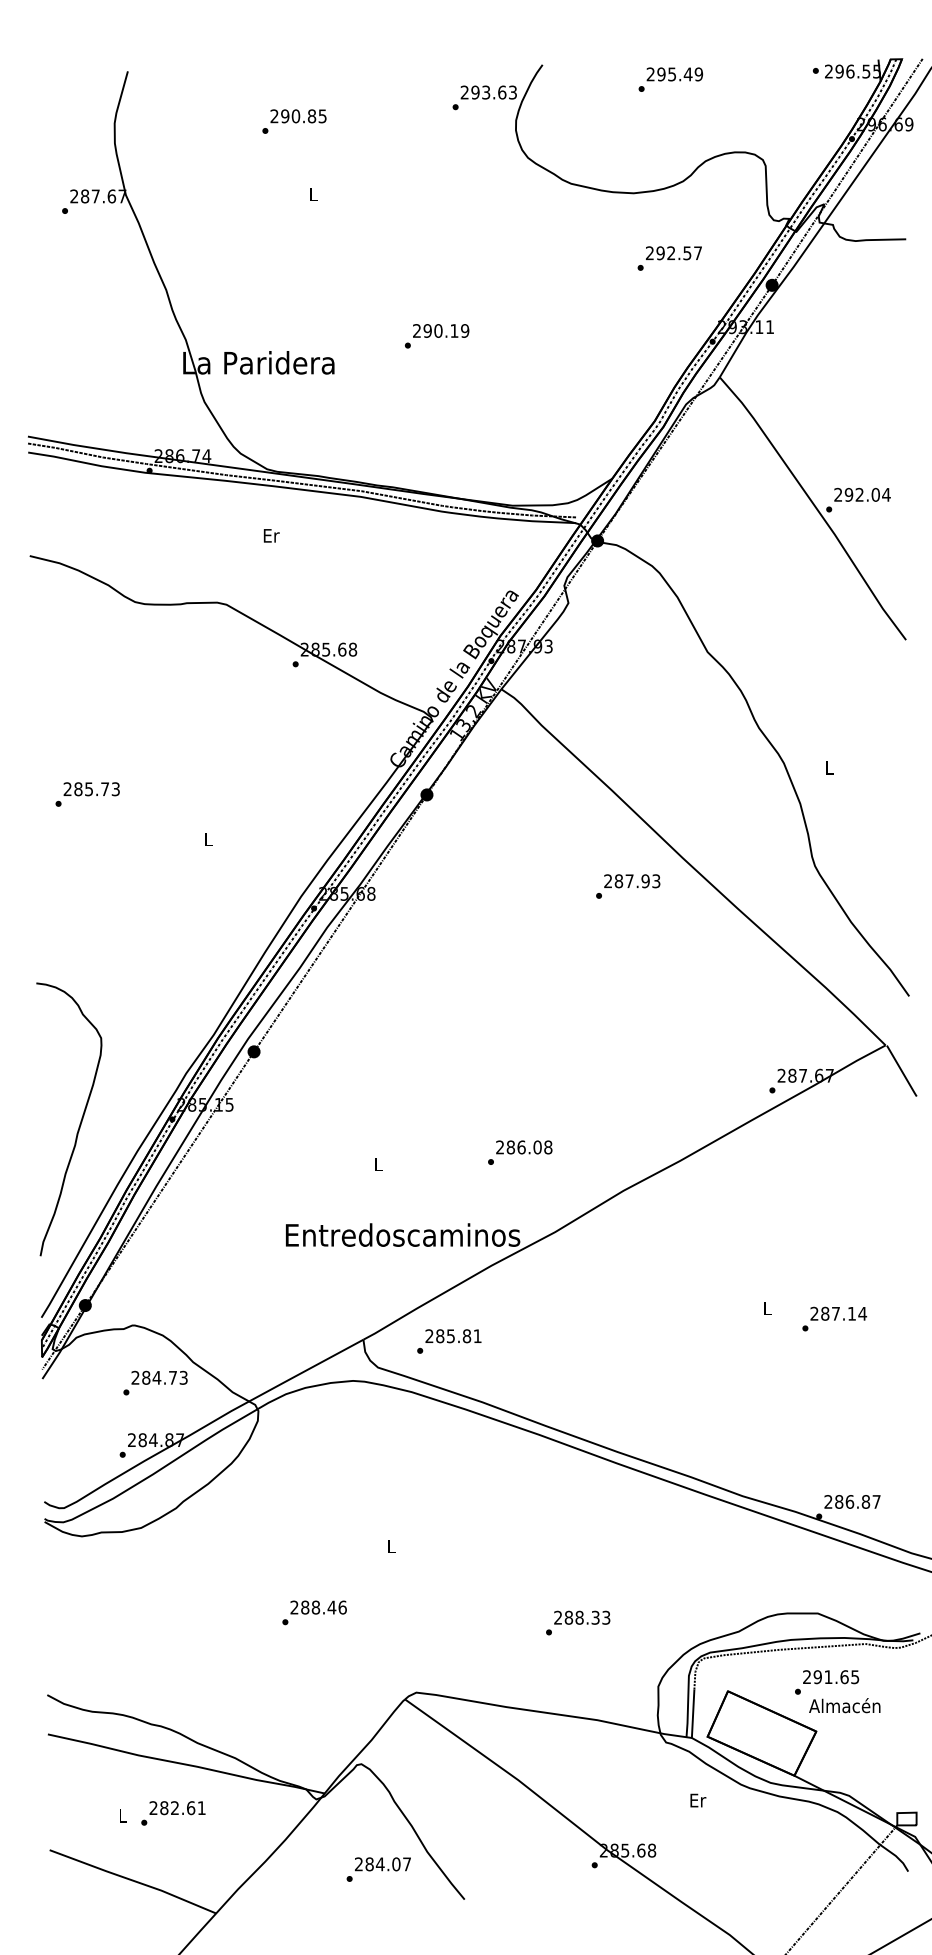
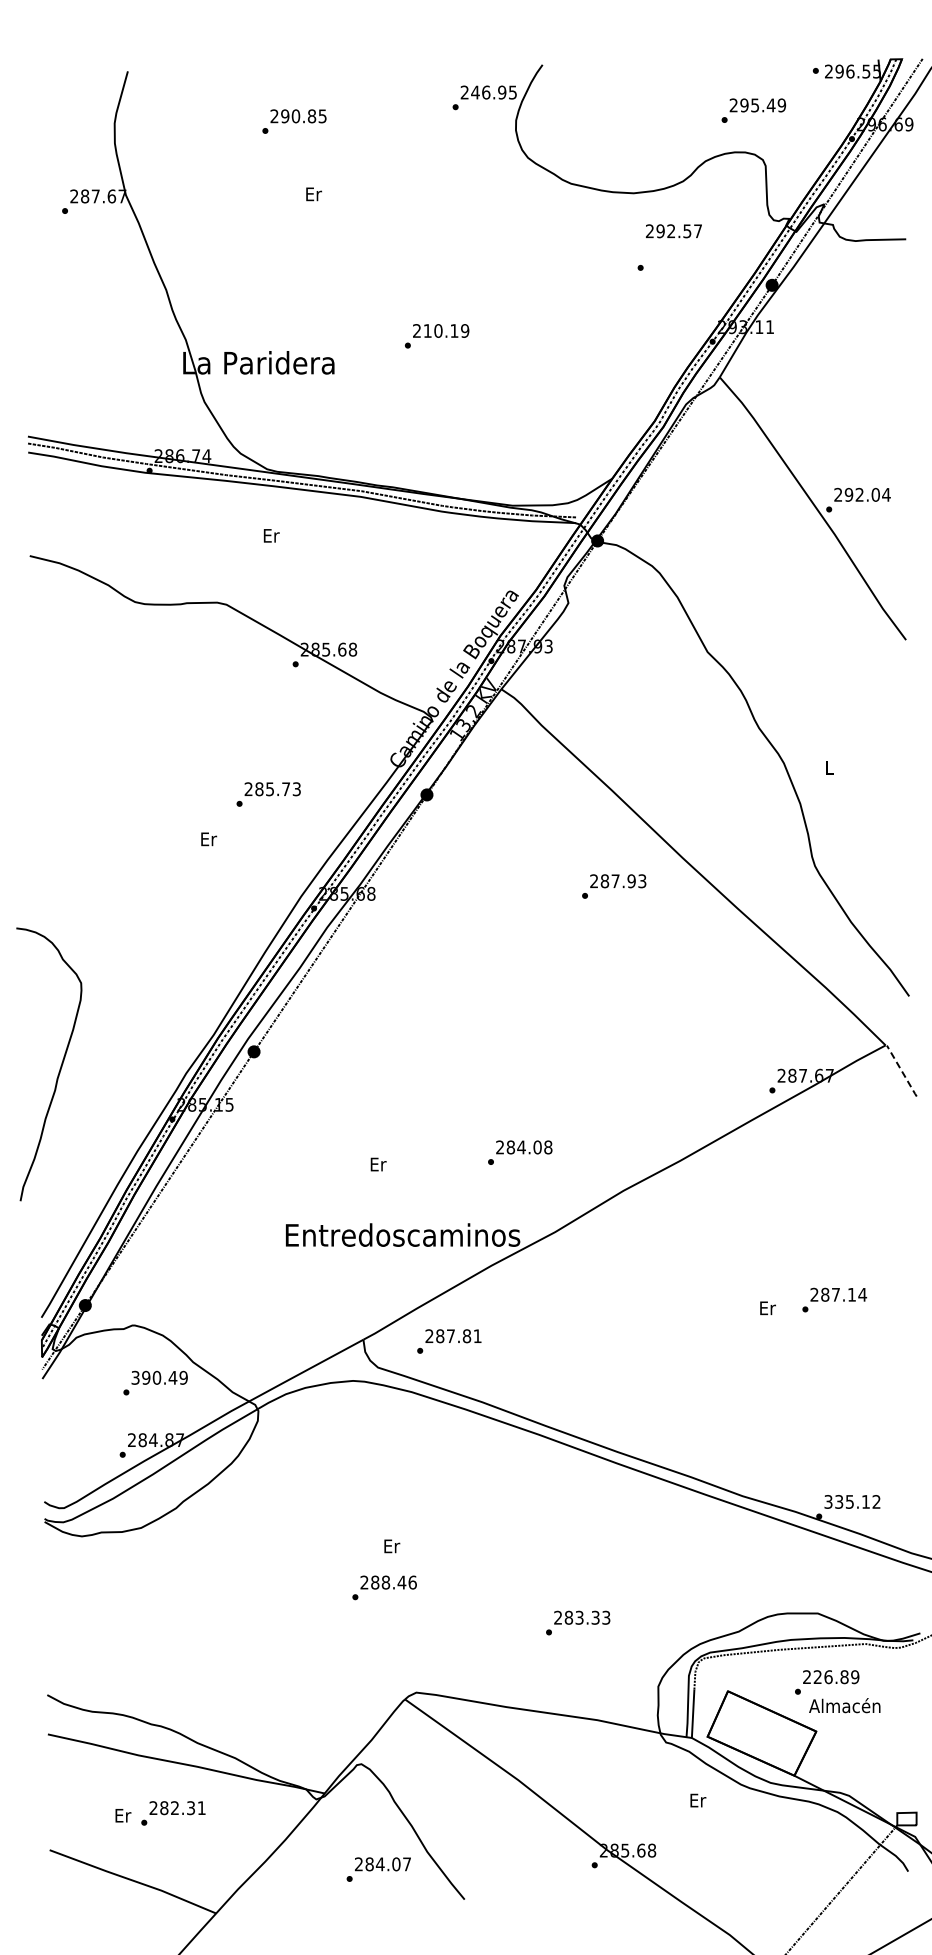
text at (670, 79) position: (670, 79) -> (753, 110)
text at (493, 92): 293.63 -> 246.95
text at (314, 194): L -> Er
text at (673, 253) position: (673, 253) -> (673, 231)
text at (427, 330): 290.19 -> 210.19
text at (87, 794) position: (87, 794) -> (268, 794)
text at (209, 839): L -> Er
text at (628, 886) position: (628, 886) -> (614, 886)
line at (902, 1071): solid -> dashed
curve at (79, 1123) position: (79, 1123) -> (59, 1068)
text at (521, 1147): 286.08 -> 284.08
text at (378, 1164): L -> Er
text at (767, 1308): L -> Er
text at (834, 1318) position: (834, 1318) -> (834, 1299)
text at (450, 1336): 285.81 -> 287.81
text at (159, 1377): 284.73 -> 390.49
text at (852, 1501): 286.87 -> 335.12
text at (392, 1546): L -> Er
text at (314, 1612) position: (314, 1612) -> (384, 1587)
text at (579, 1617): 288.33 -> 283.33
text at (836, 1677): 291.65 -> 226.89
text at (191, 1808): 282.61 -> 282.31
text at (123, 1815): L -> Er
